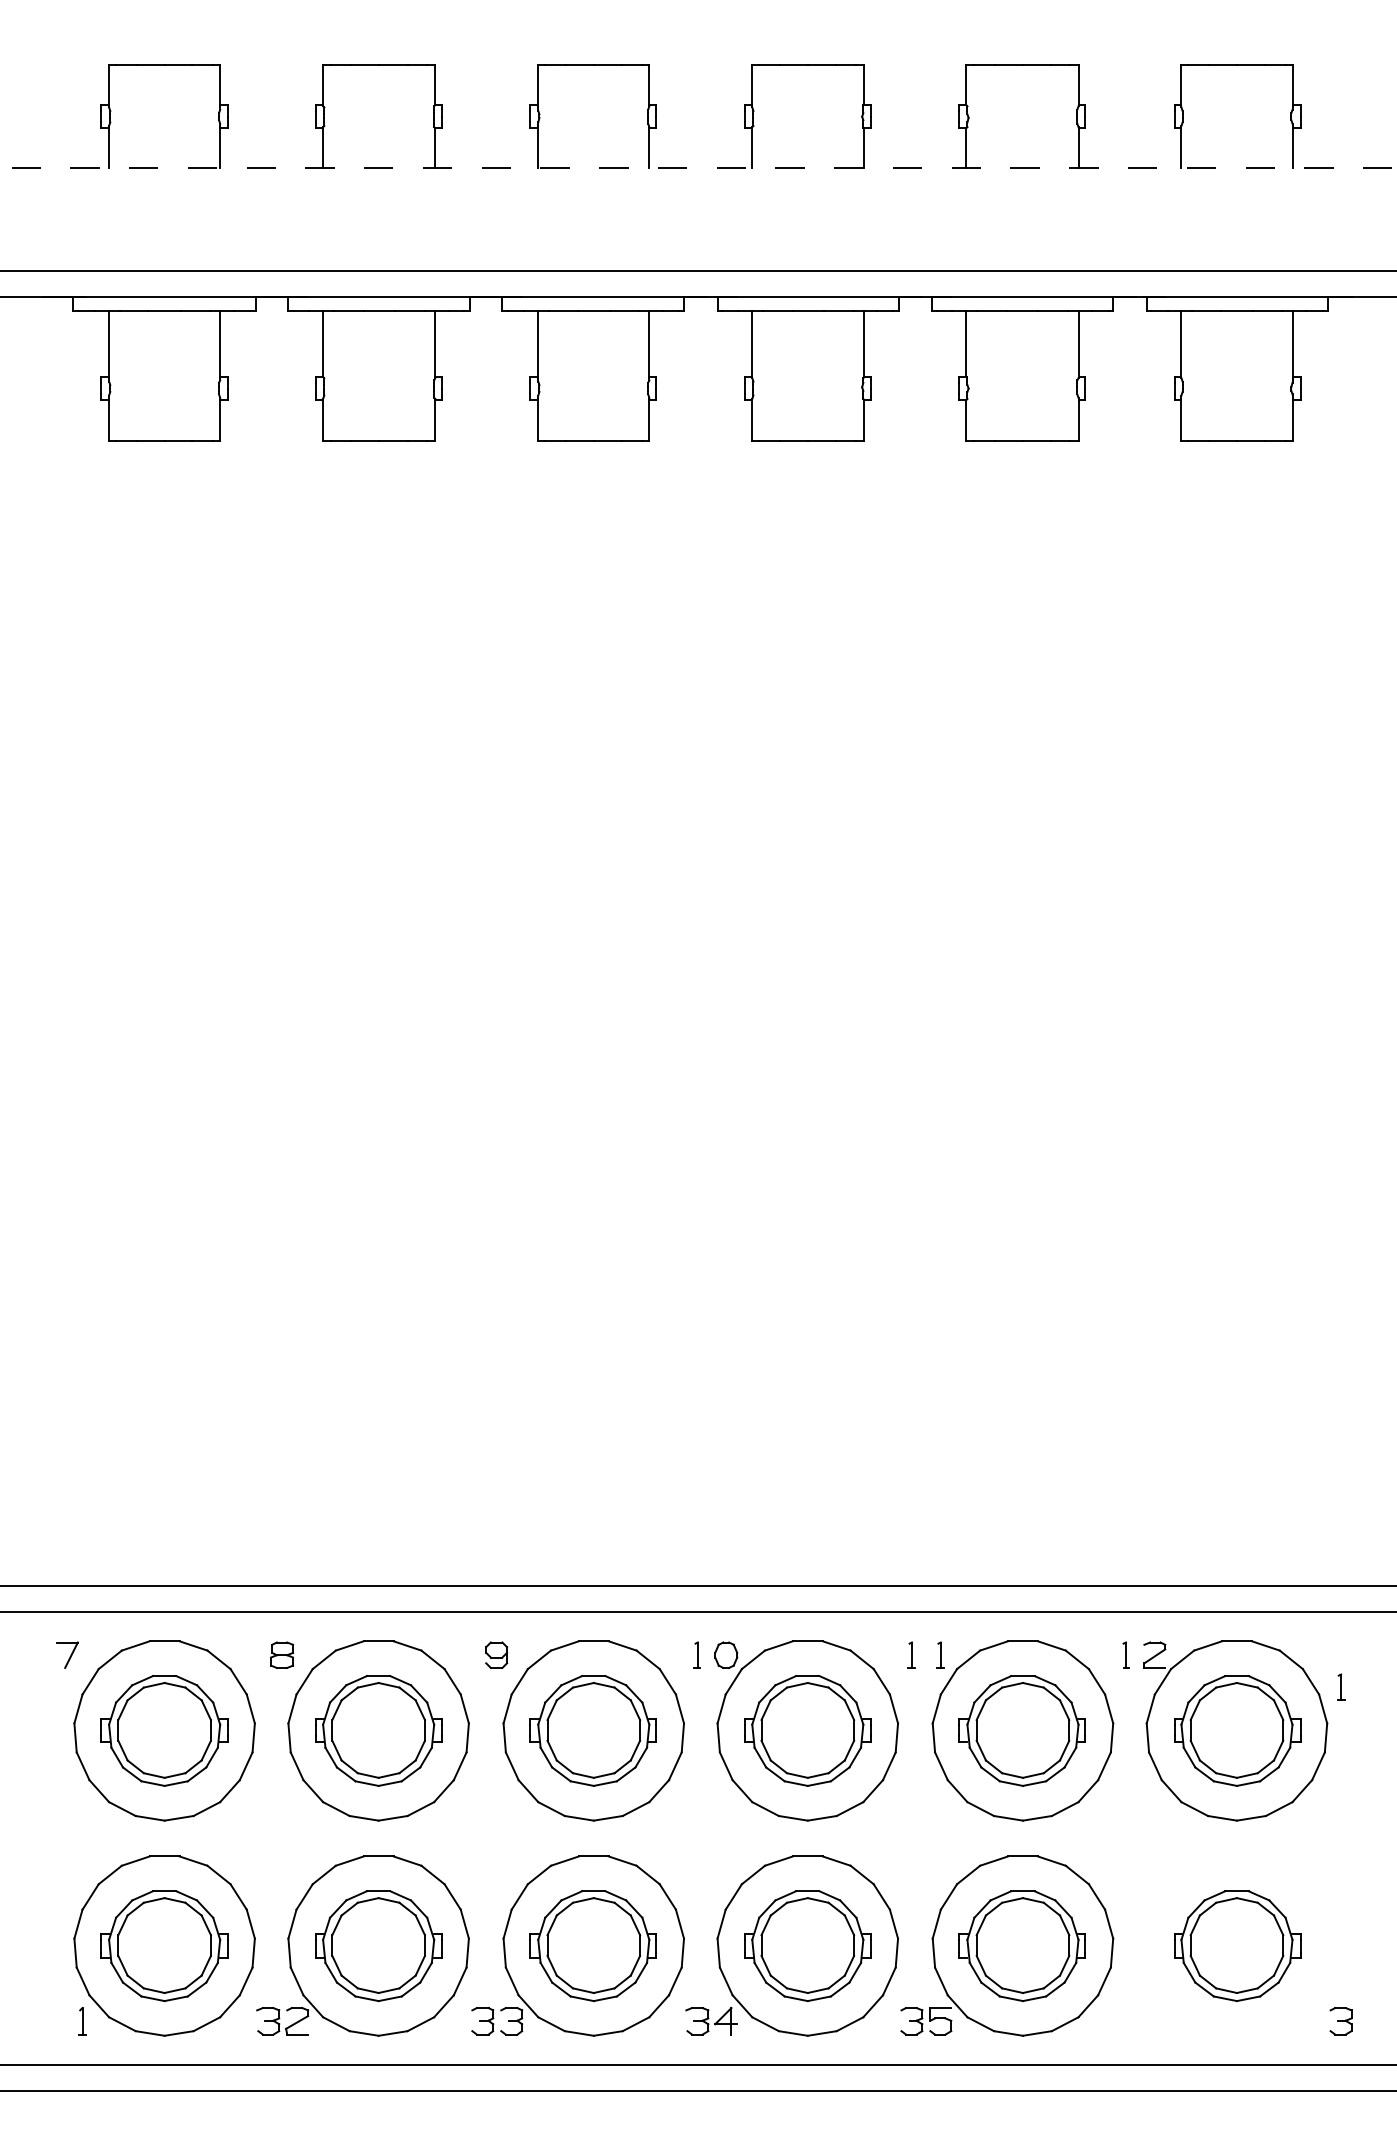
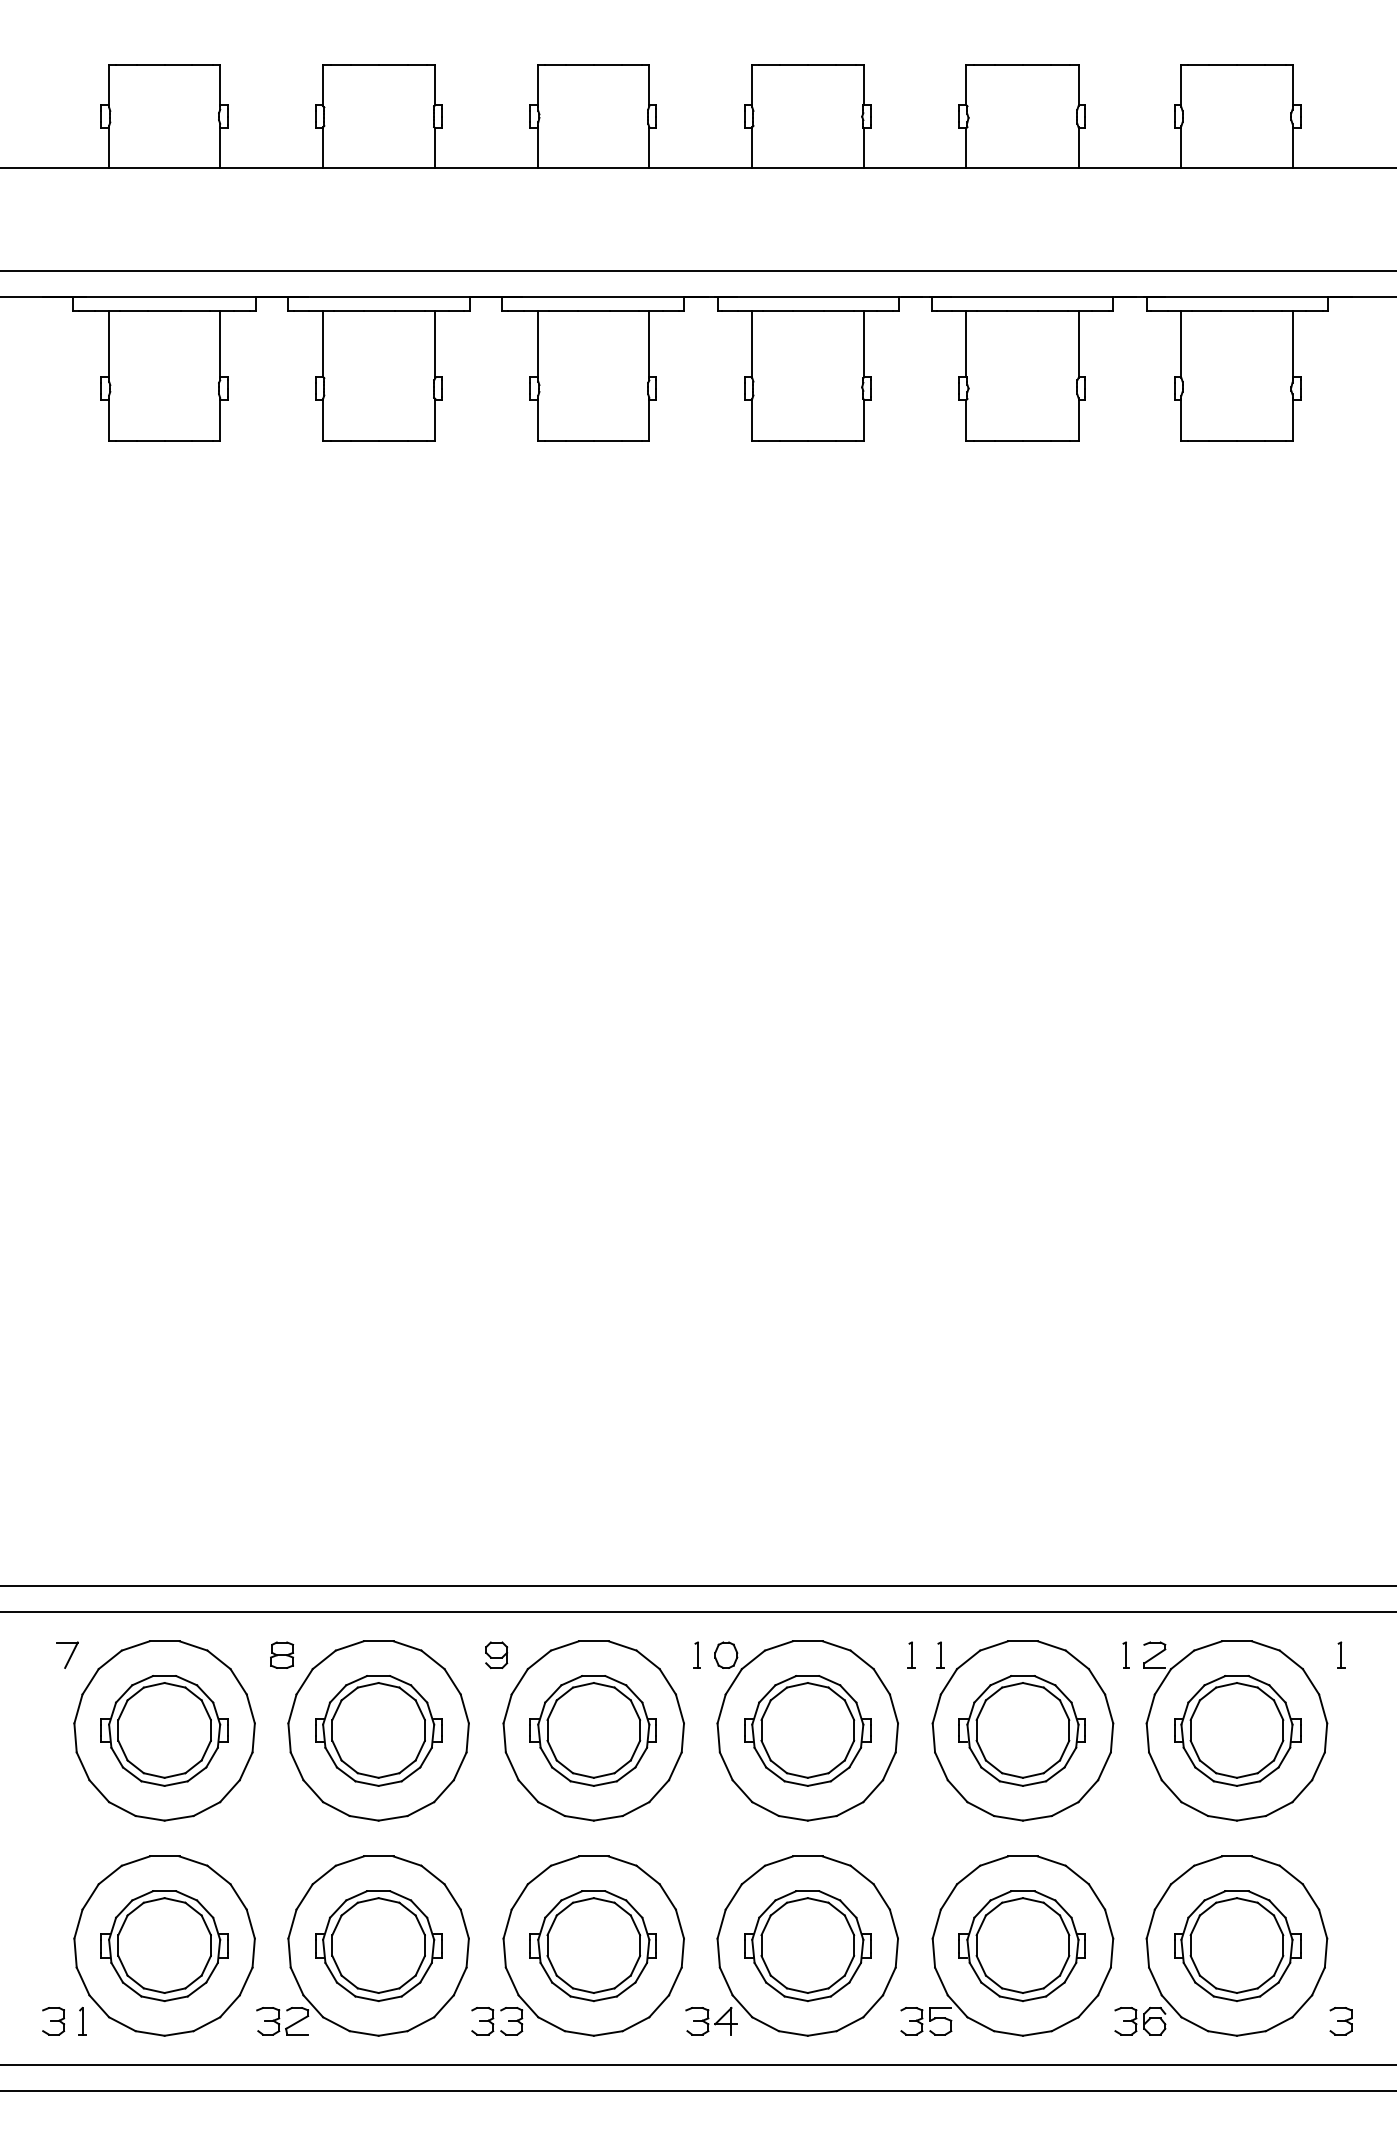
line at (698, 167): dashed -> solid
part at (1341, 1686) position: (1341, 1686) -> (1341, 1654)
part at (1221, 1945): none -> present
part at (53, 2021): none -> present
